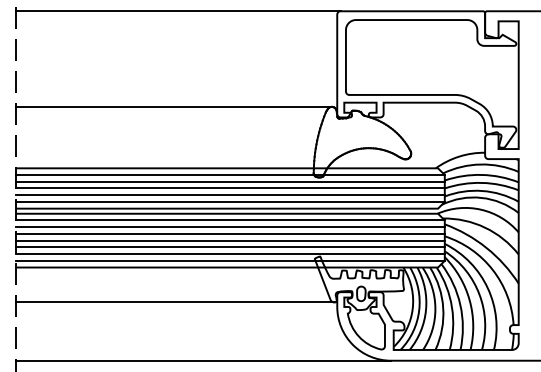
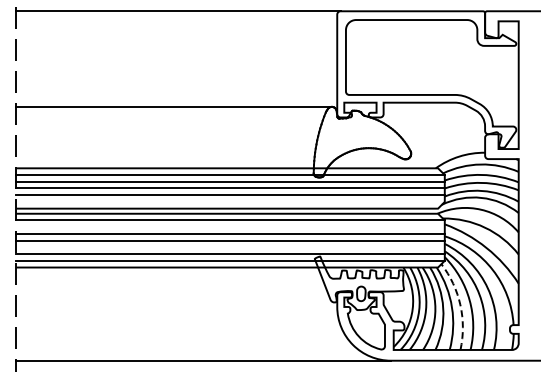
line at (230, 201): present -> none
line at (230, 227): present -> none
line at (230, 247): present -> none
line at (175, 302): present -> none
arc at (460, 304): solid -> dashed
